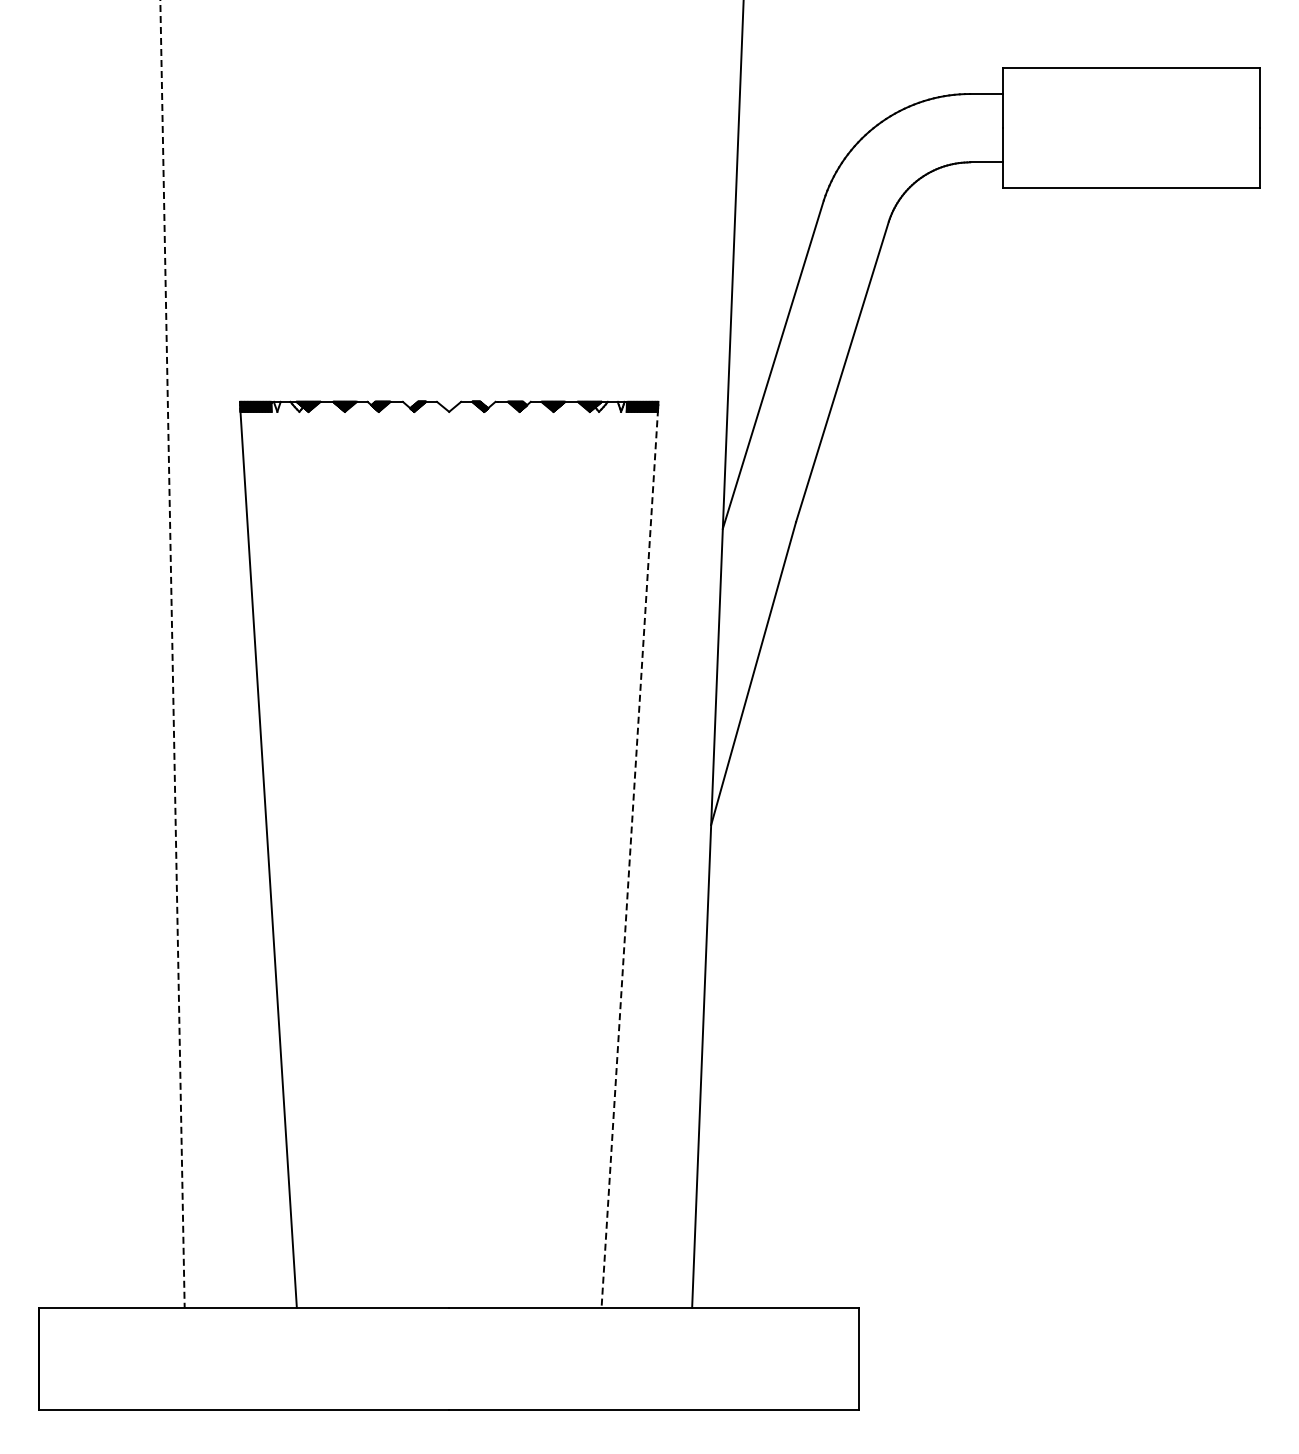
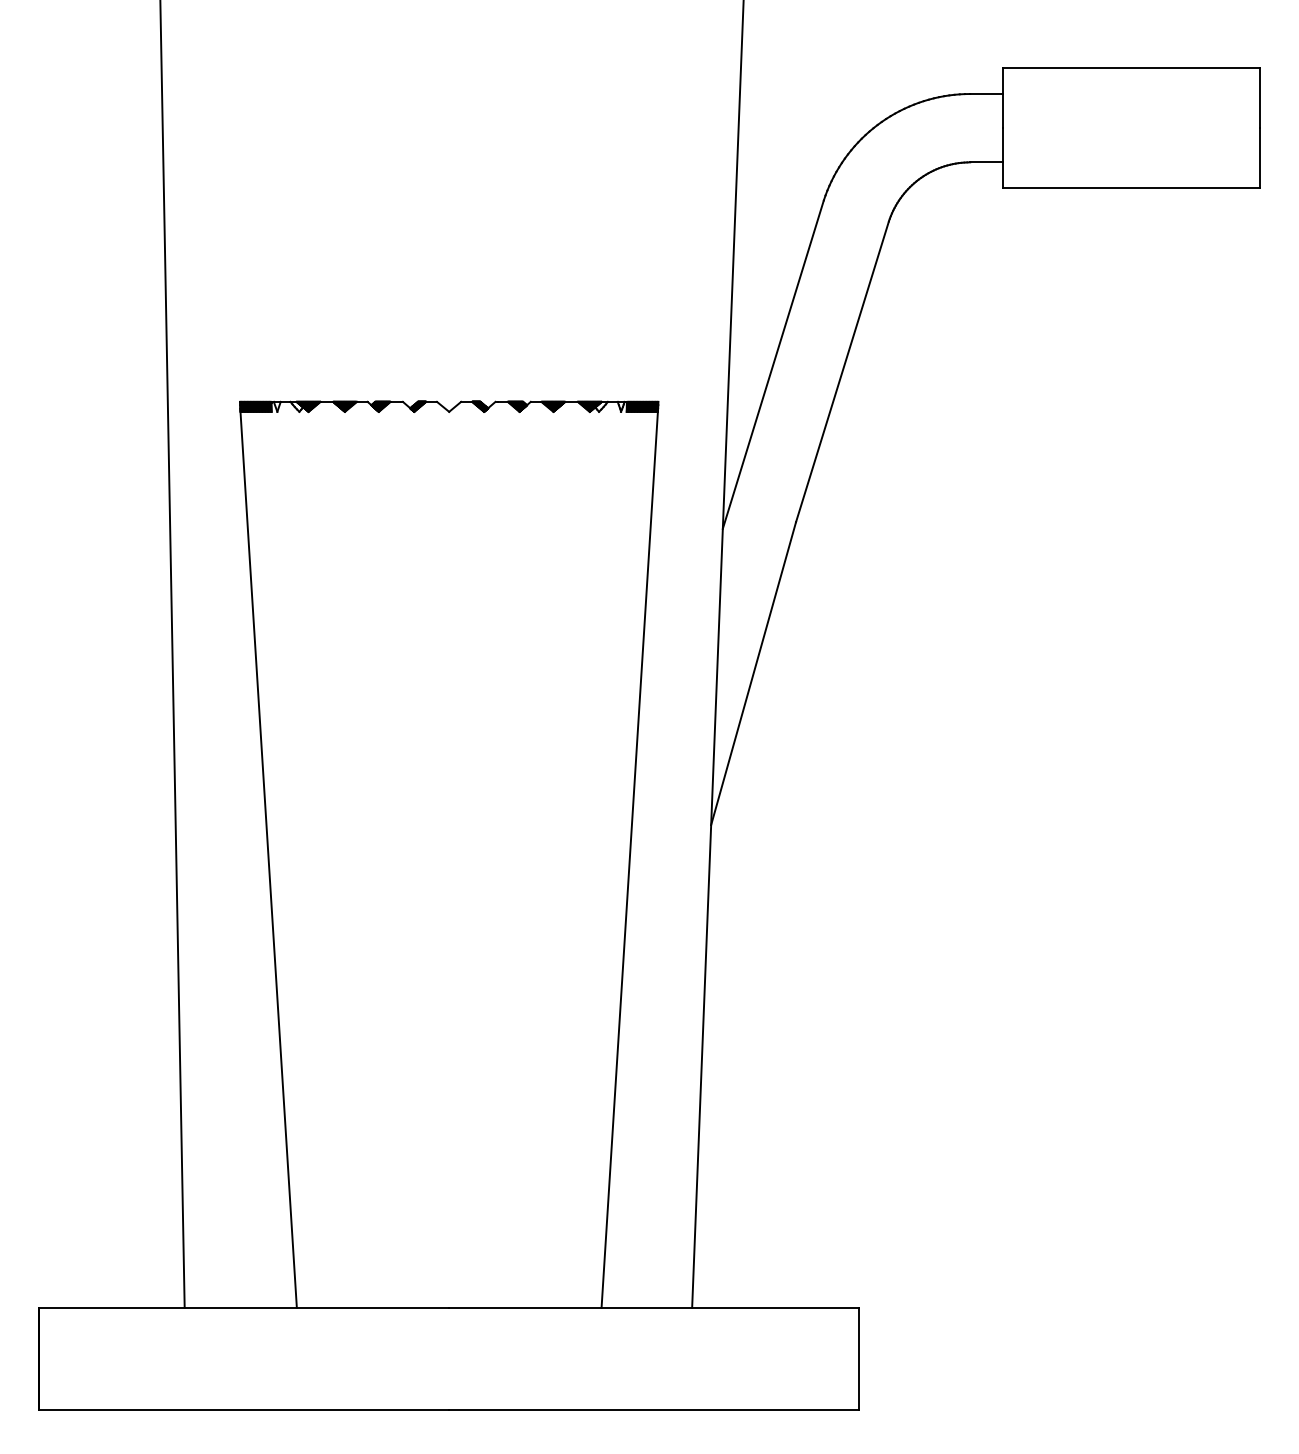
line at (172, 654): dashed -> solid
line at (629, 859): dashed -> solid
